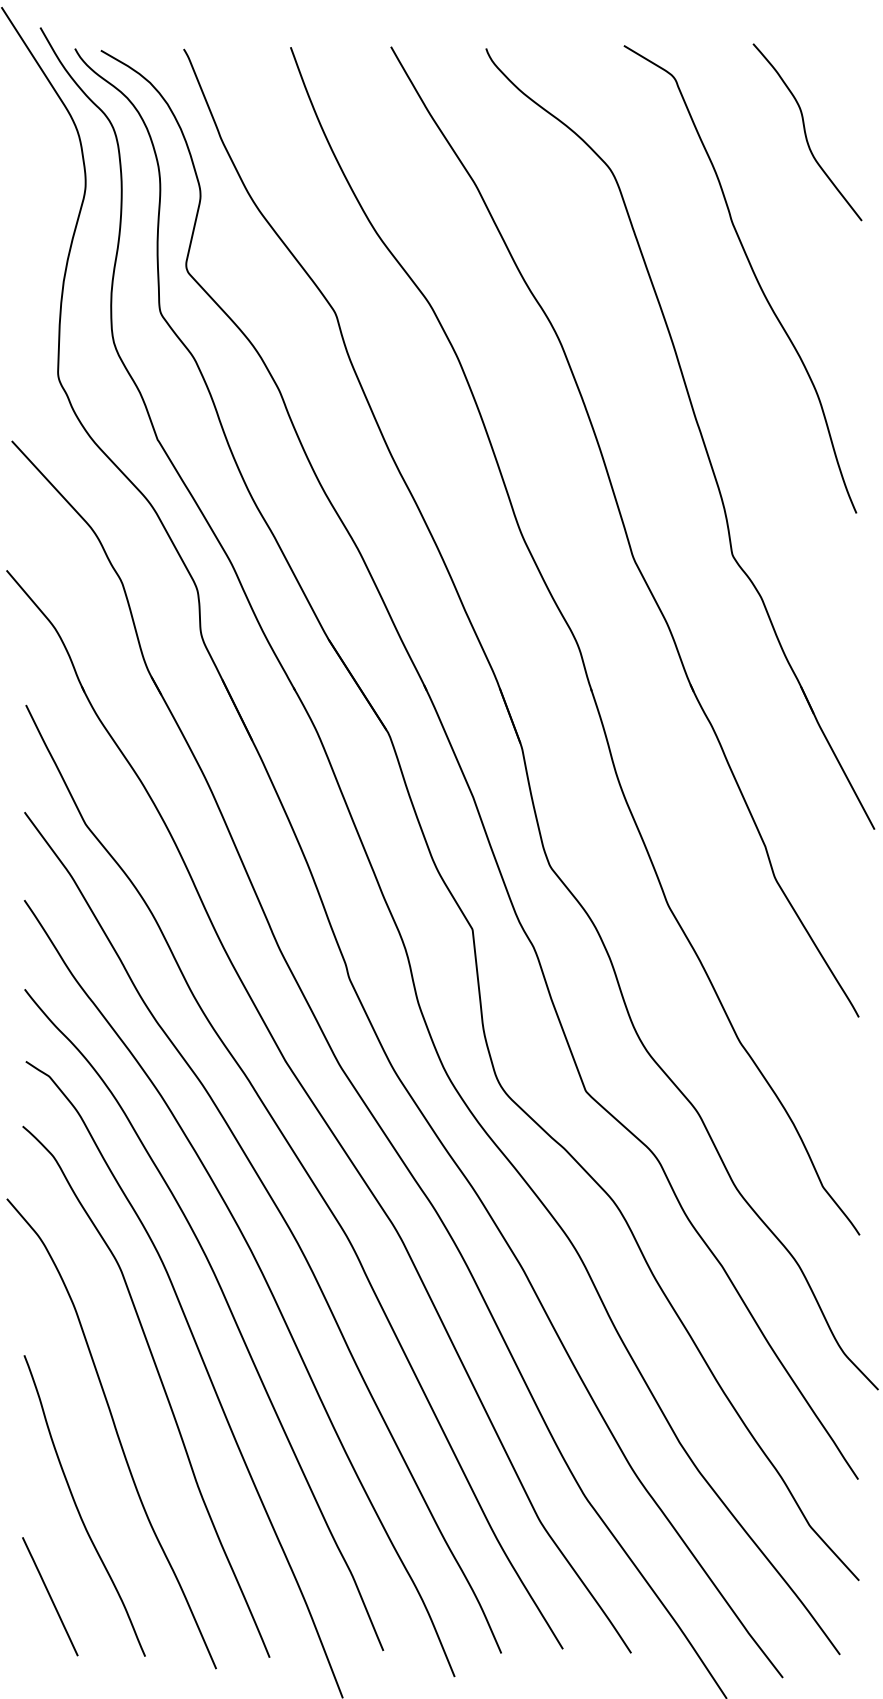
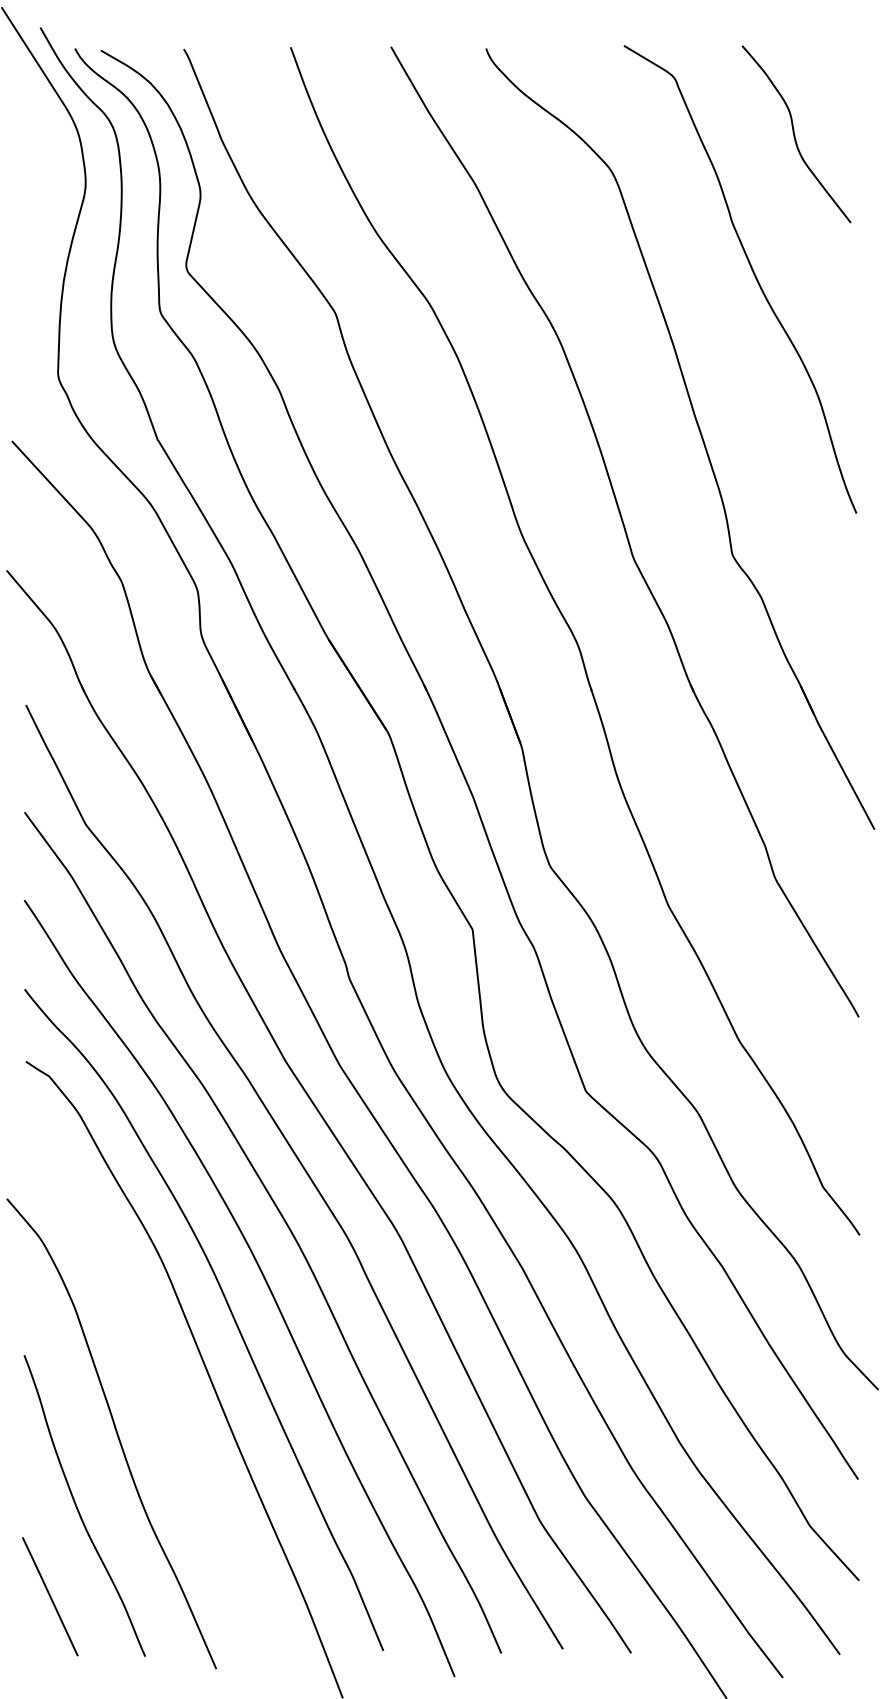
curve at (806, 133) position: (806, 133) -> (795, 135)
curve at (162, 1387): present -> none
